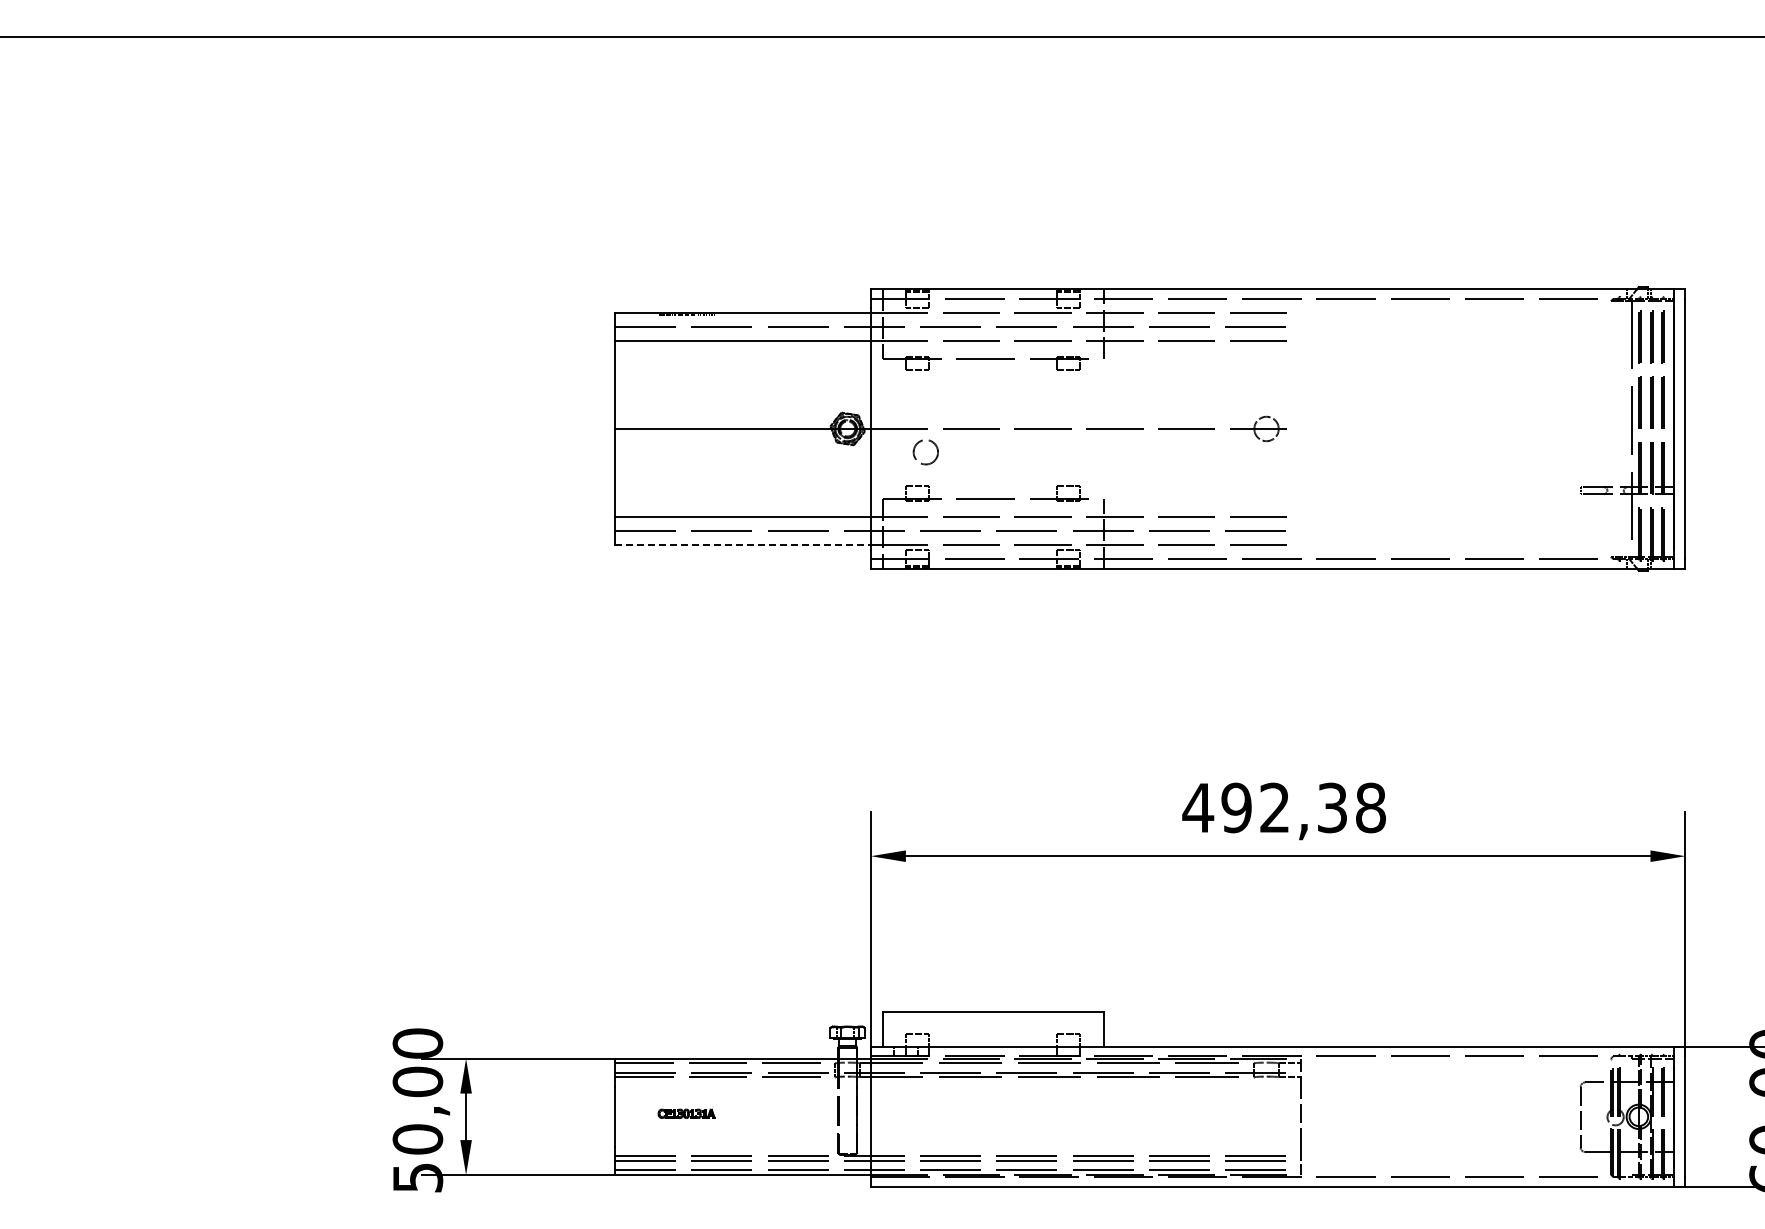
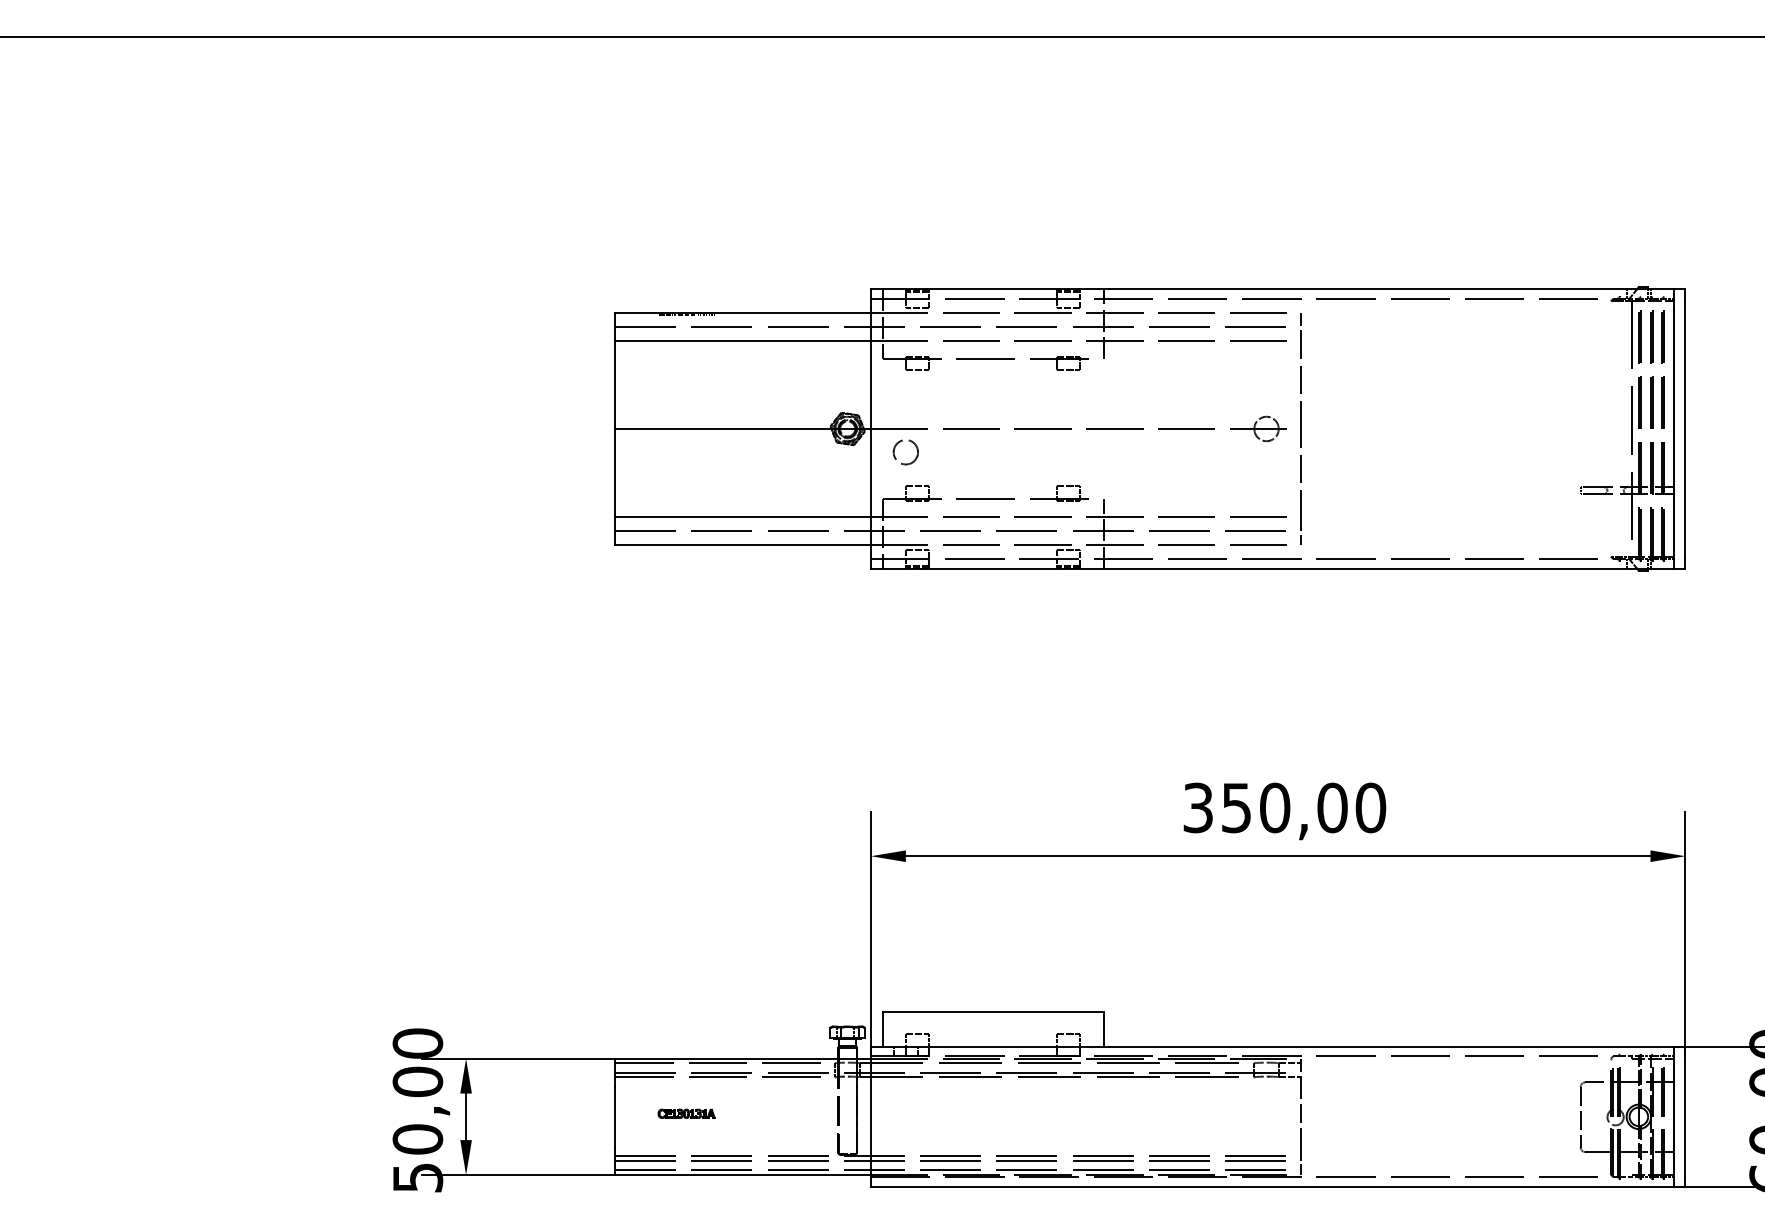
line at (1300, 428): none -> present
circle at (925, 452) position: (925, 452) -> (905, 452)
line at (742, 545): dashed -> solid
text at (1284, 807): 492,38 -> 350,00
